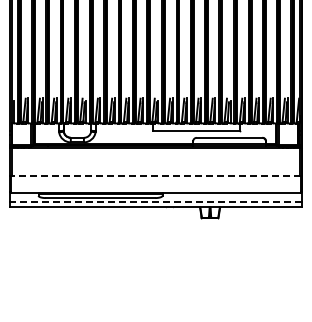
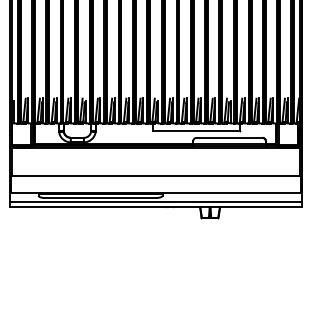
line at (155, 176): dashed -> solid
line at (156, 202): dashed -> solid
